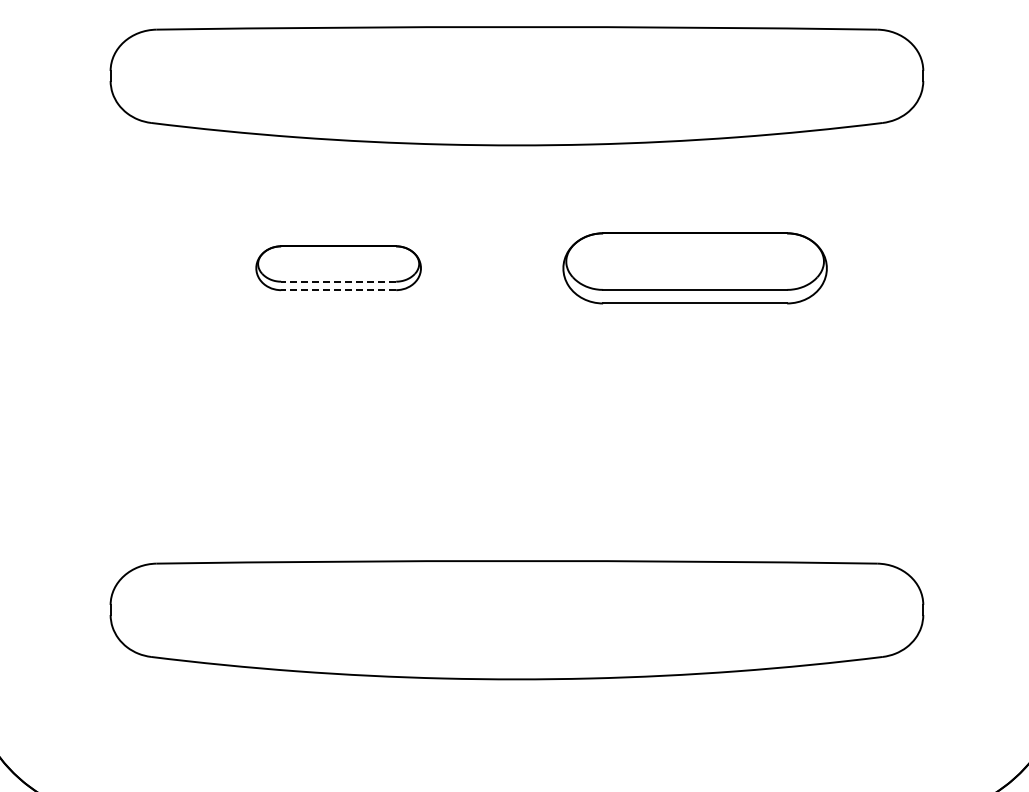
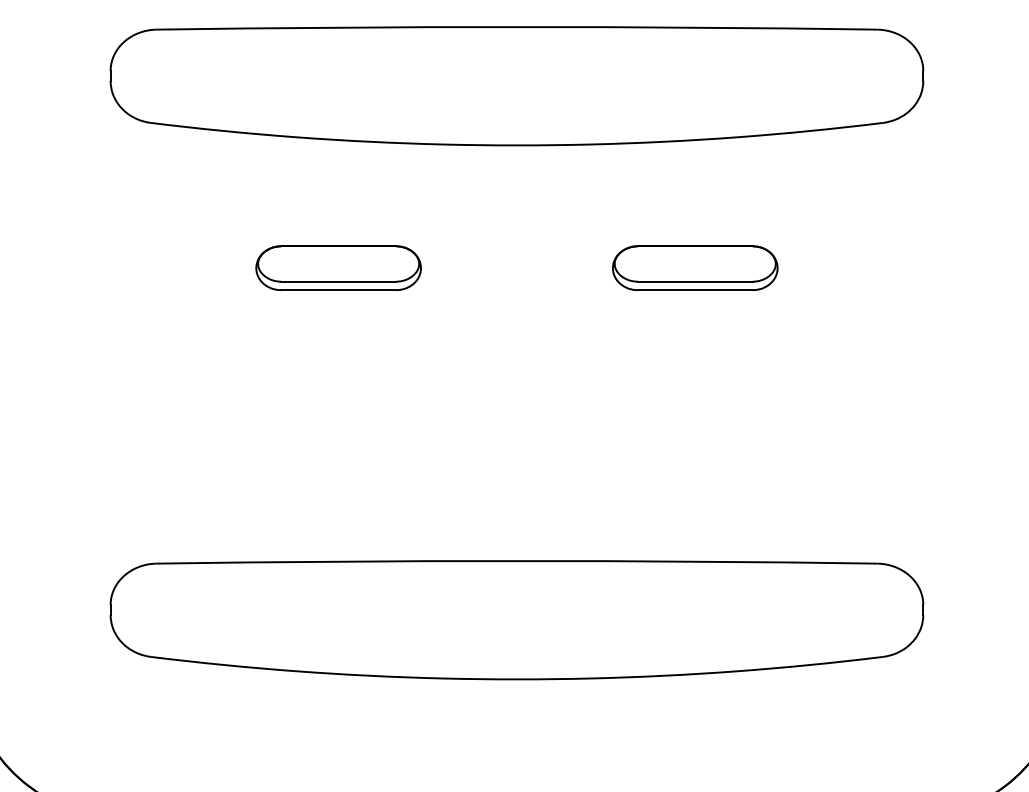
part at (694, 268) size: 266x73 px -> 167x46 px
line at (338, 281): dashed -> solid
line at (338, 290): dashed -> solid
